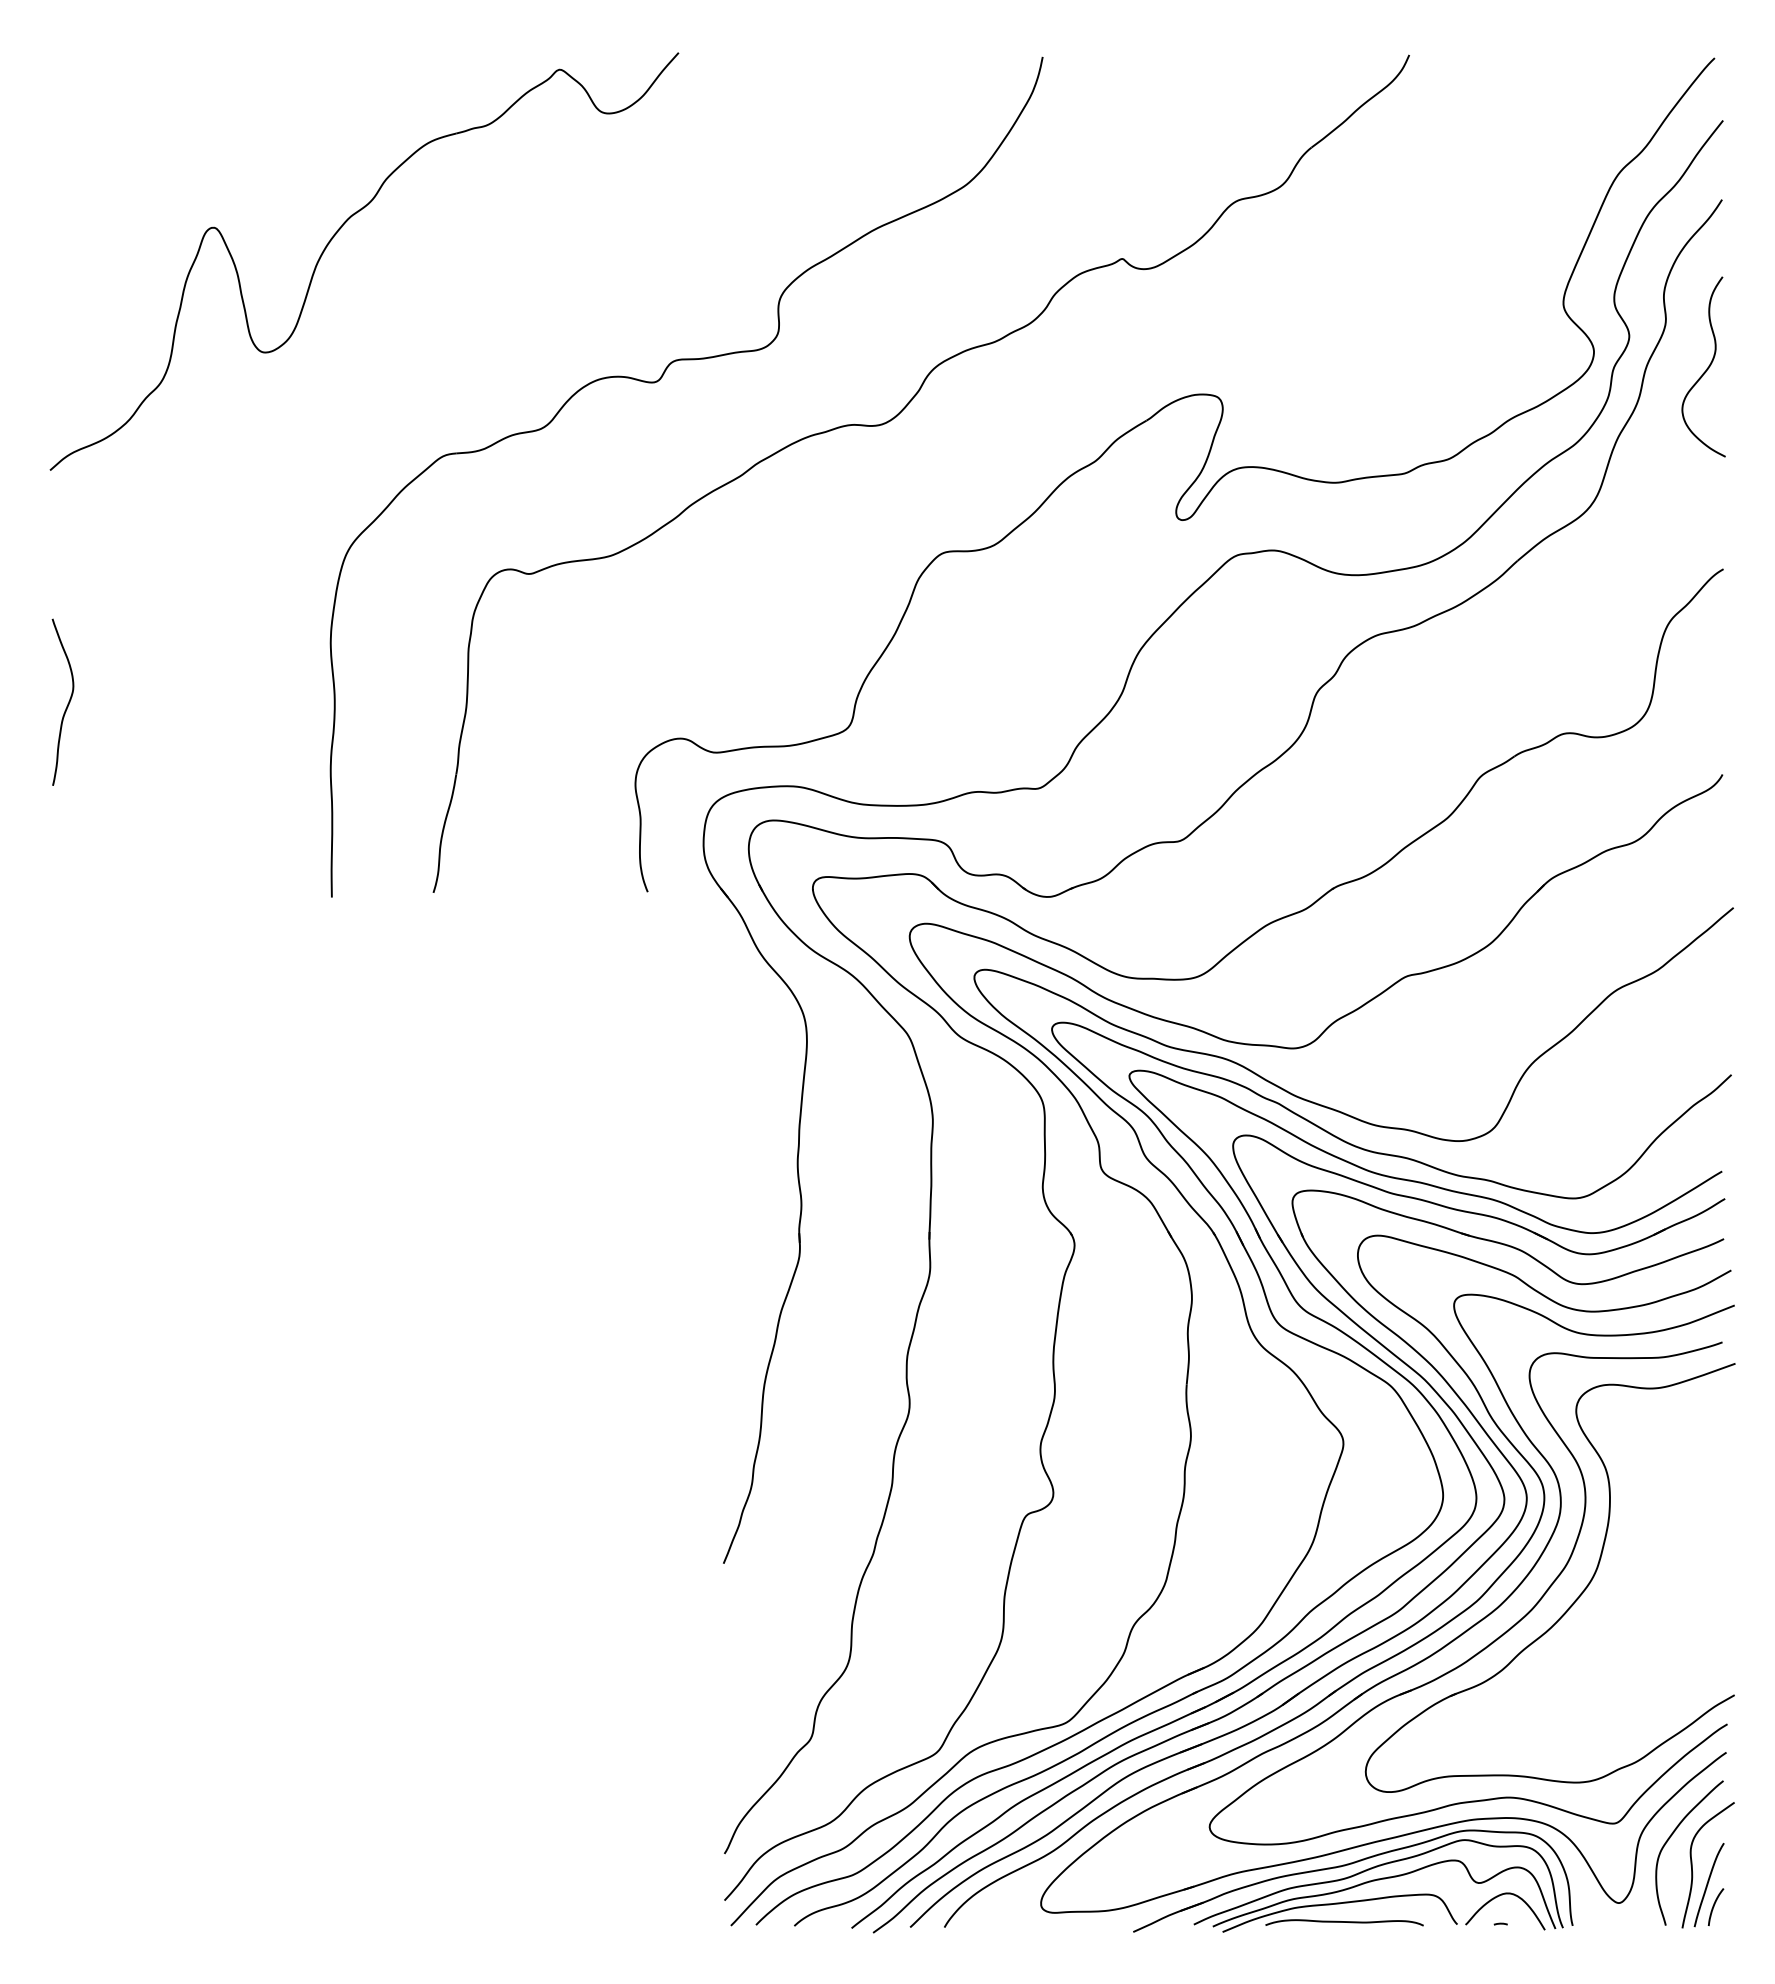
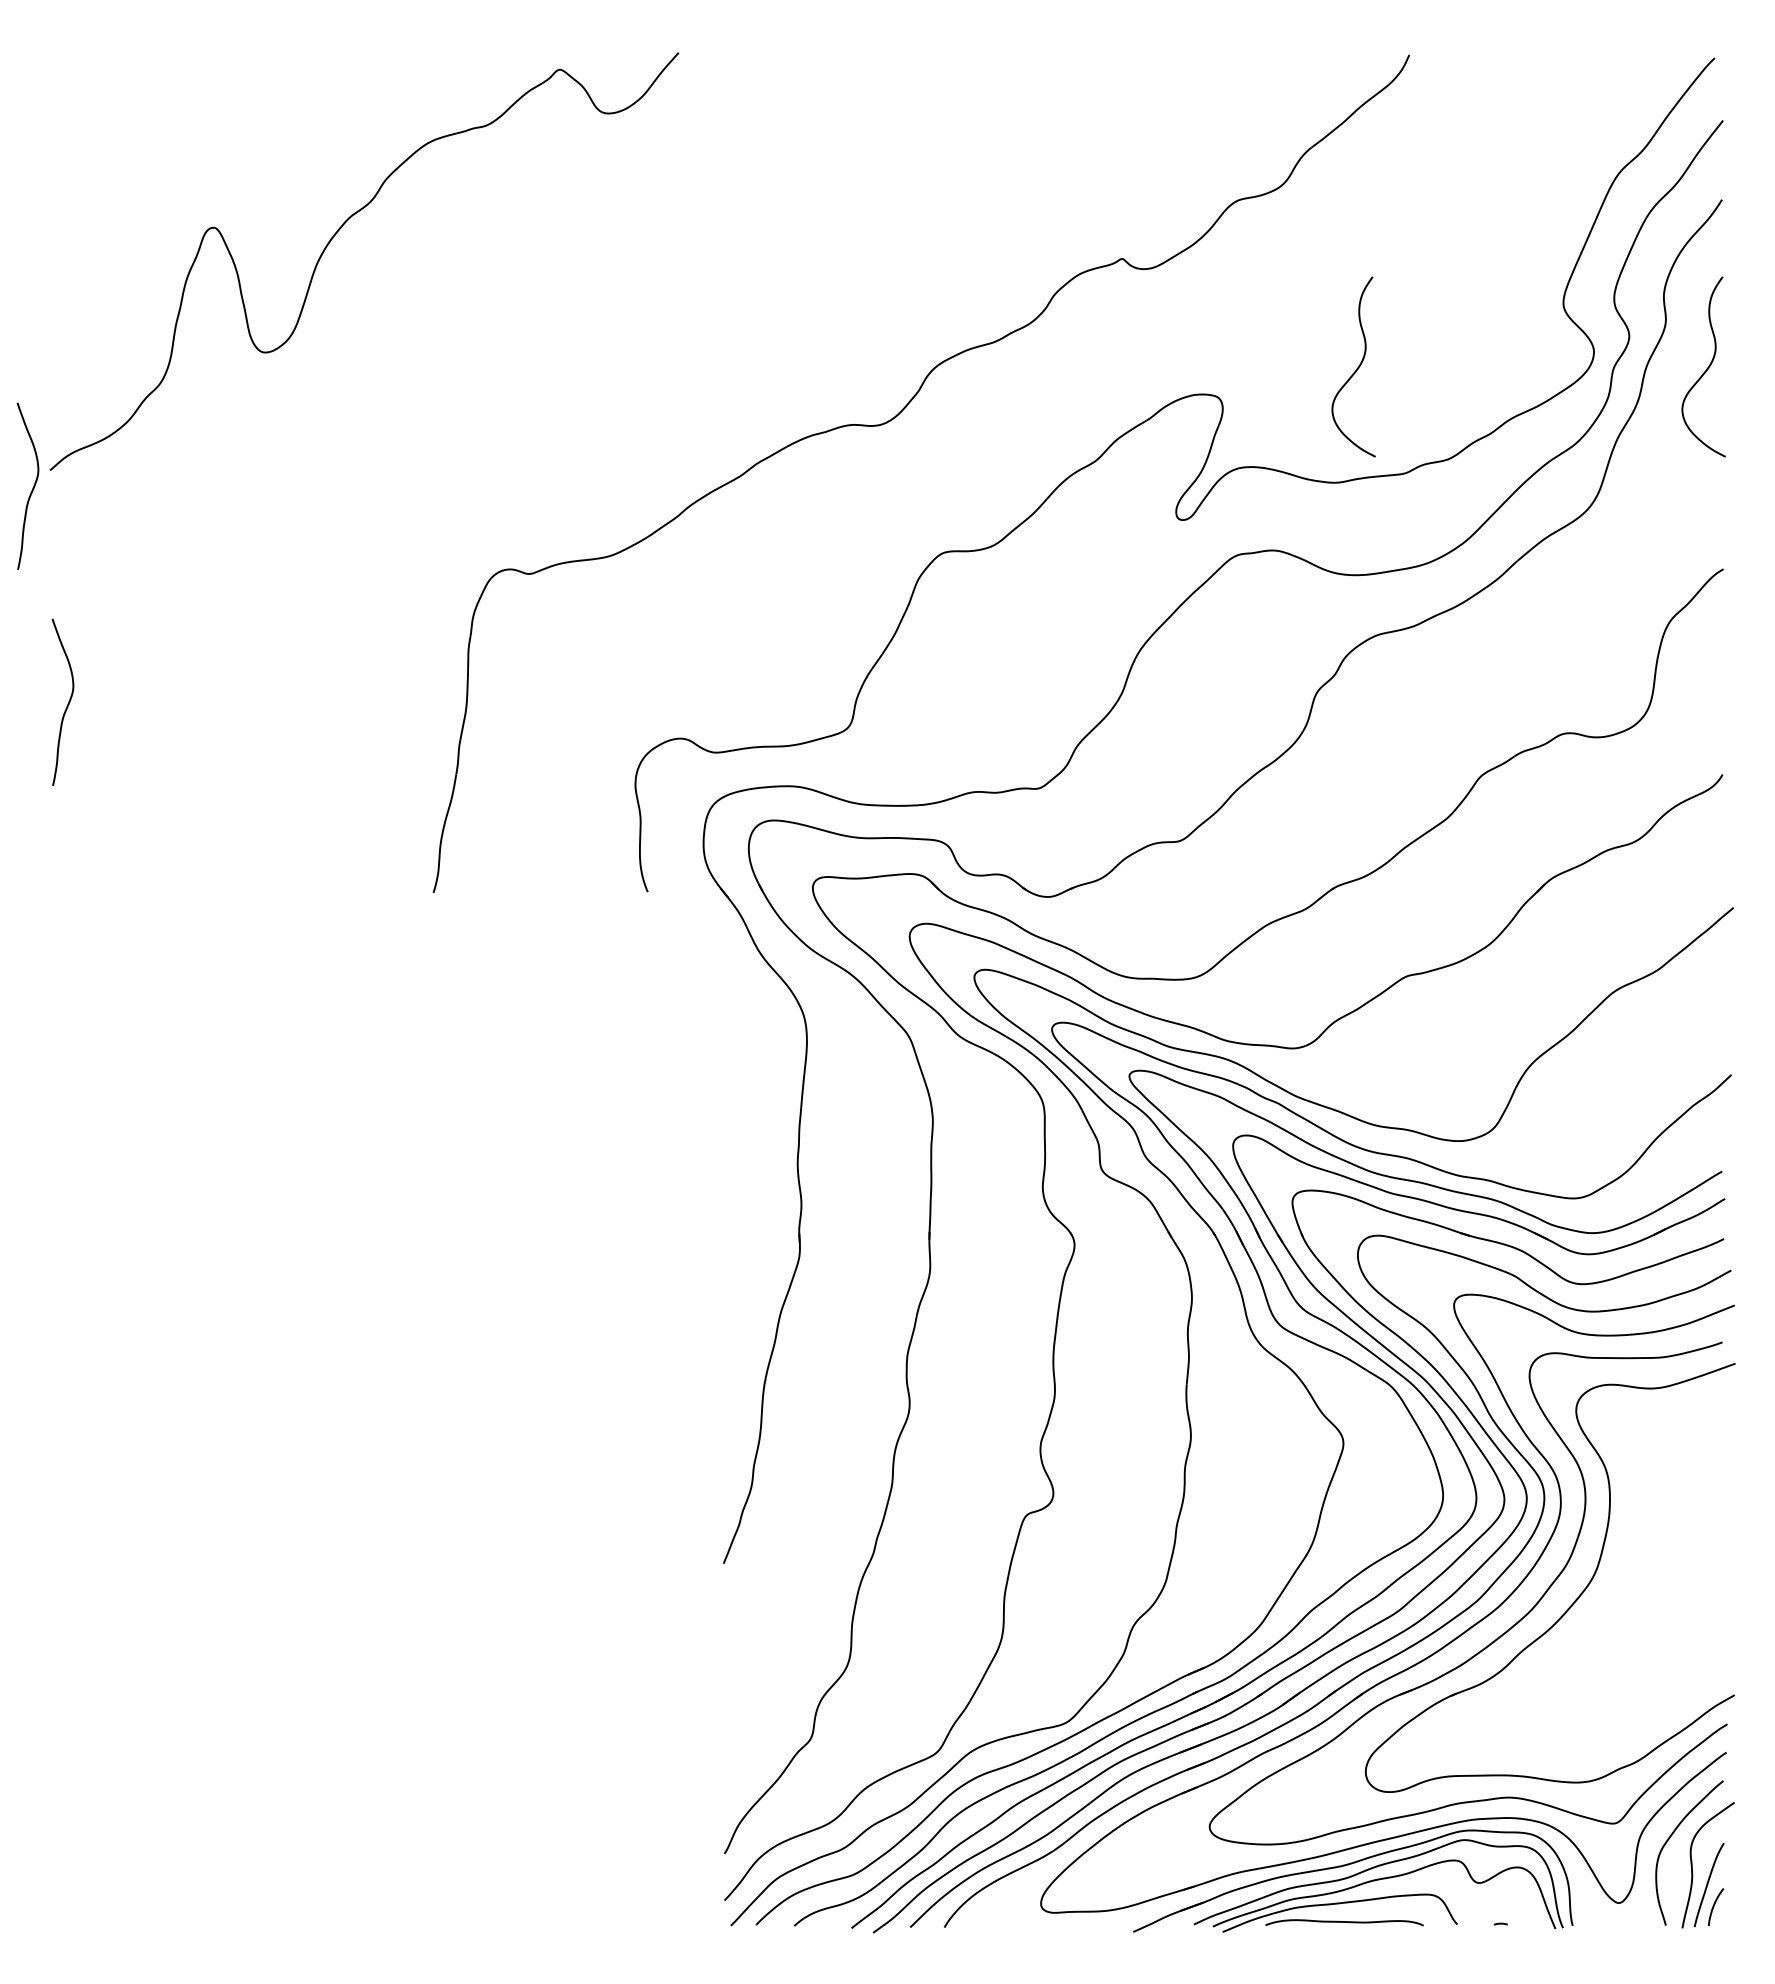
curve at (1356, 368): none -> present
part at (654, 383): present -> none
curve at (32, 487): none -> present
curve at (1497, 1897): present -> none
